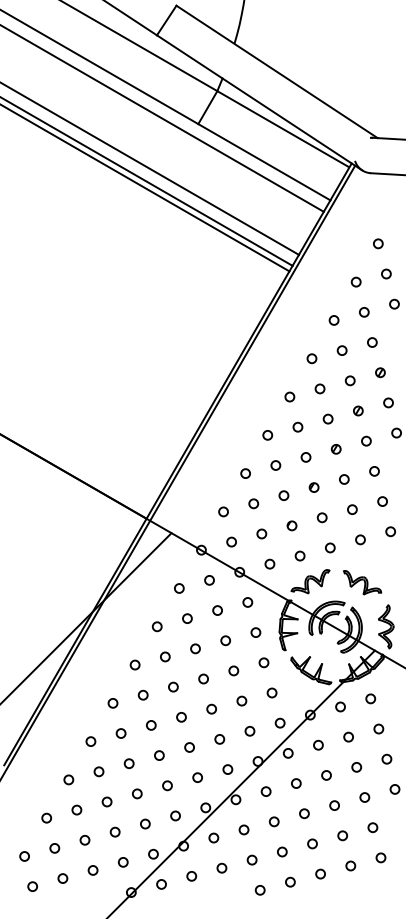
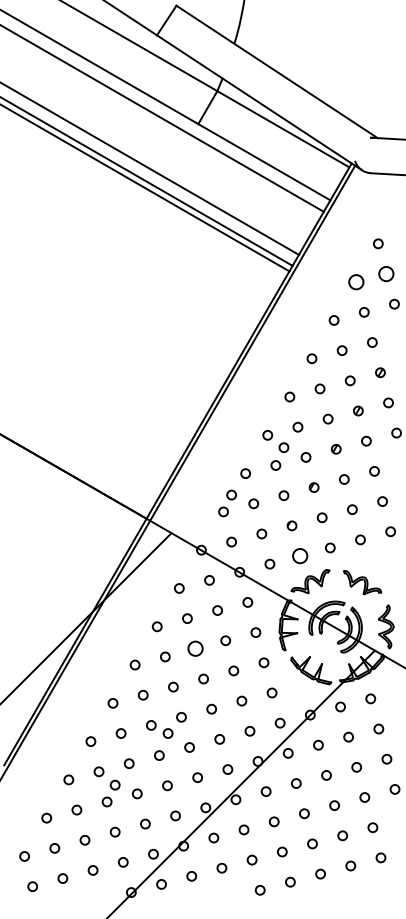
circle at (386, 273) size: 11x12 px -> 17x17 px
circle at (355, 281) size: 12x12 px -> 17x17 px
circle at (283, 447): none -> present
circle at (231, 494): none -> present
circle at (299, 555) size: 12x12 px -> 17x17 px
circle at (195, 648) size: 11x12 px -> 17x17 px
circle at (167, 733): none -> present
circle at (114, 784): none -> present
